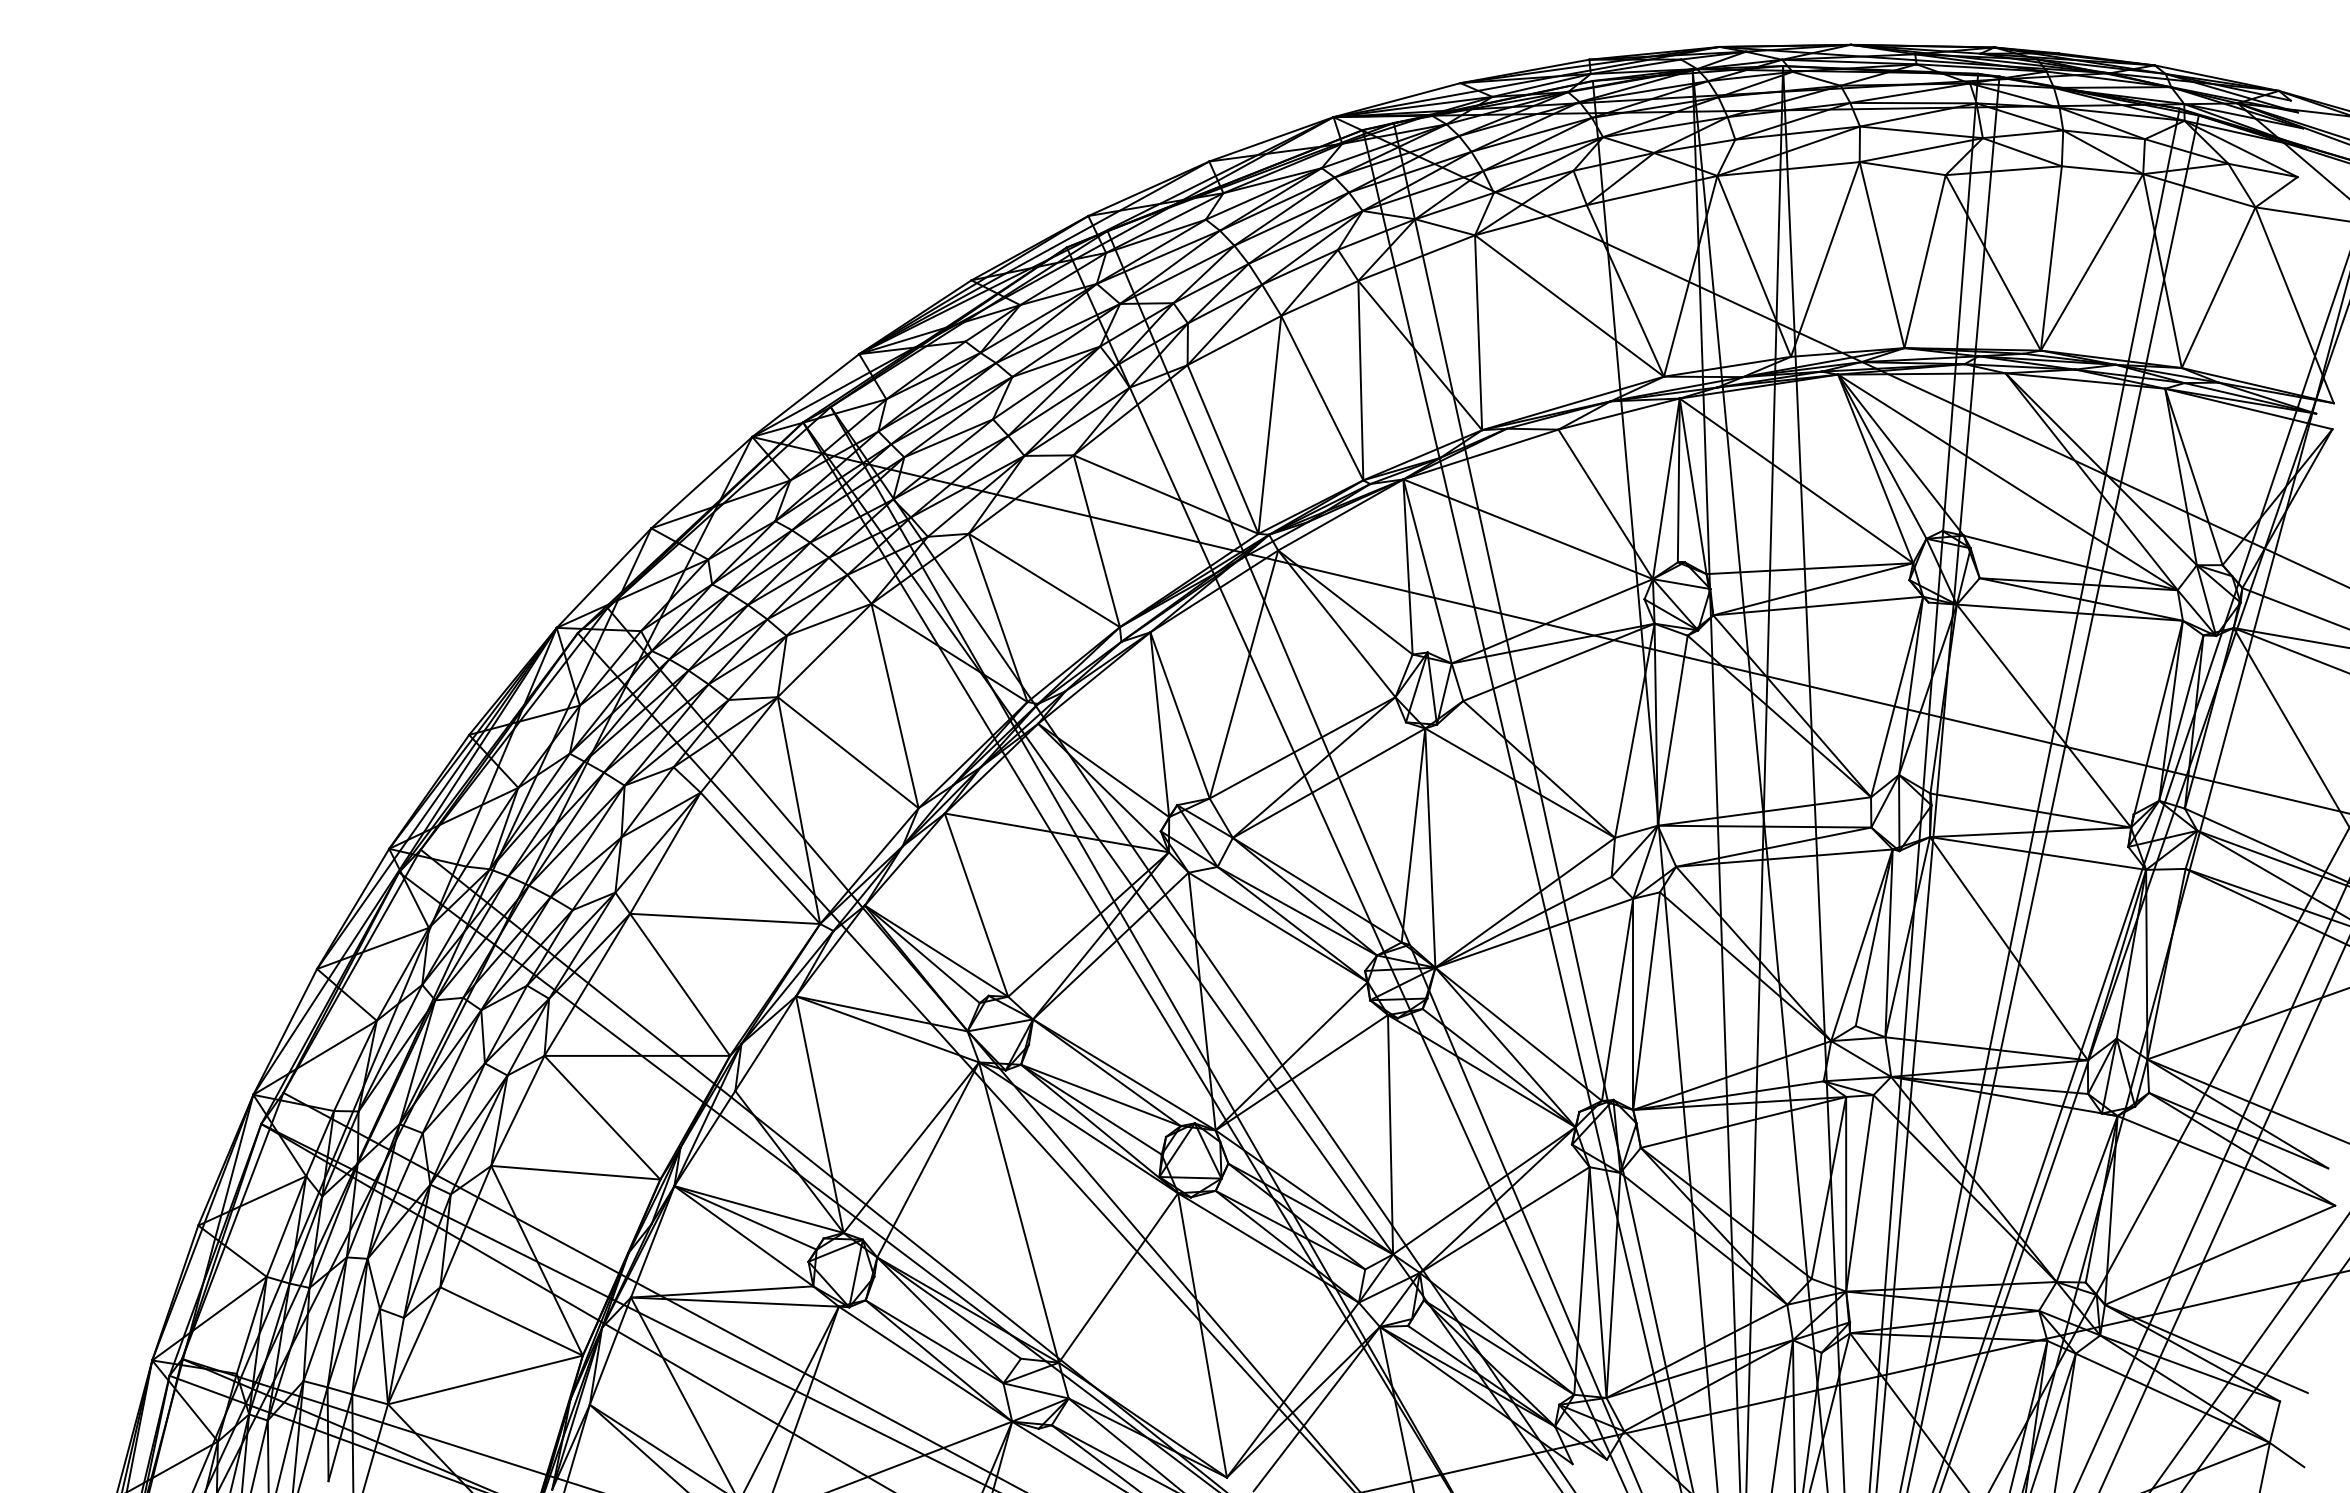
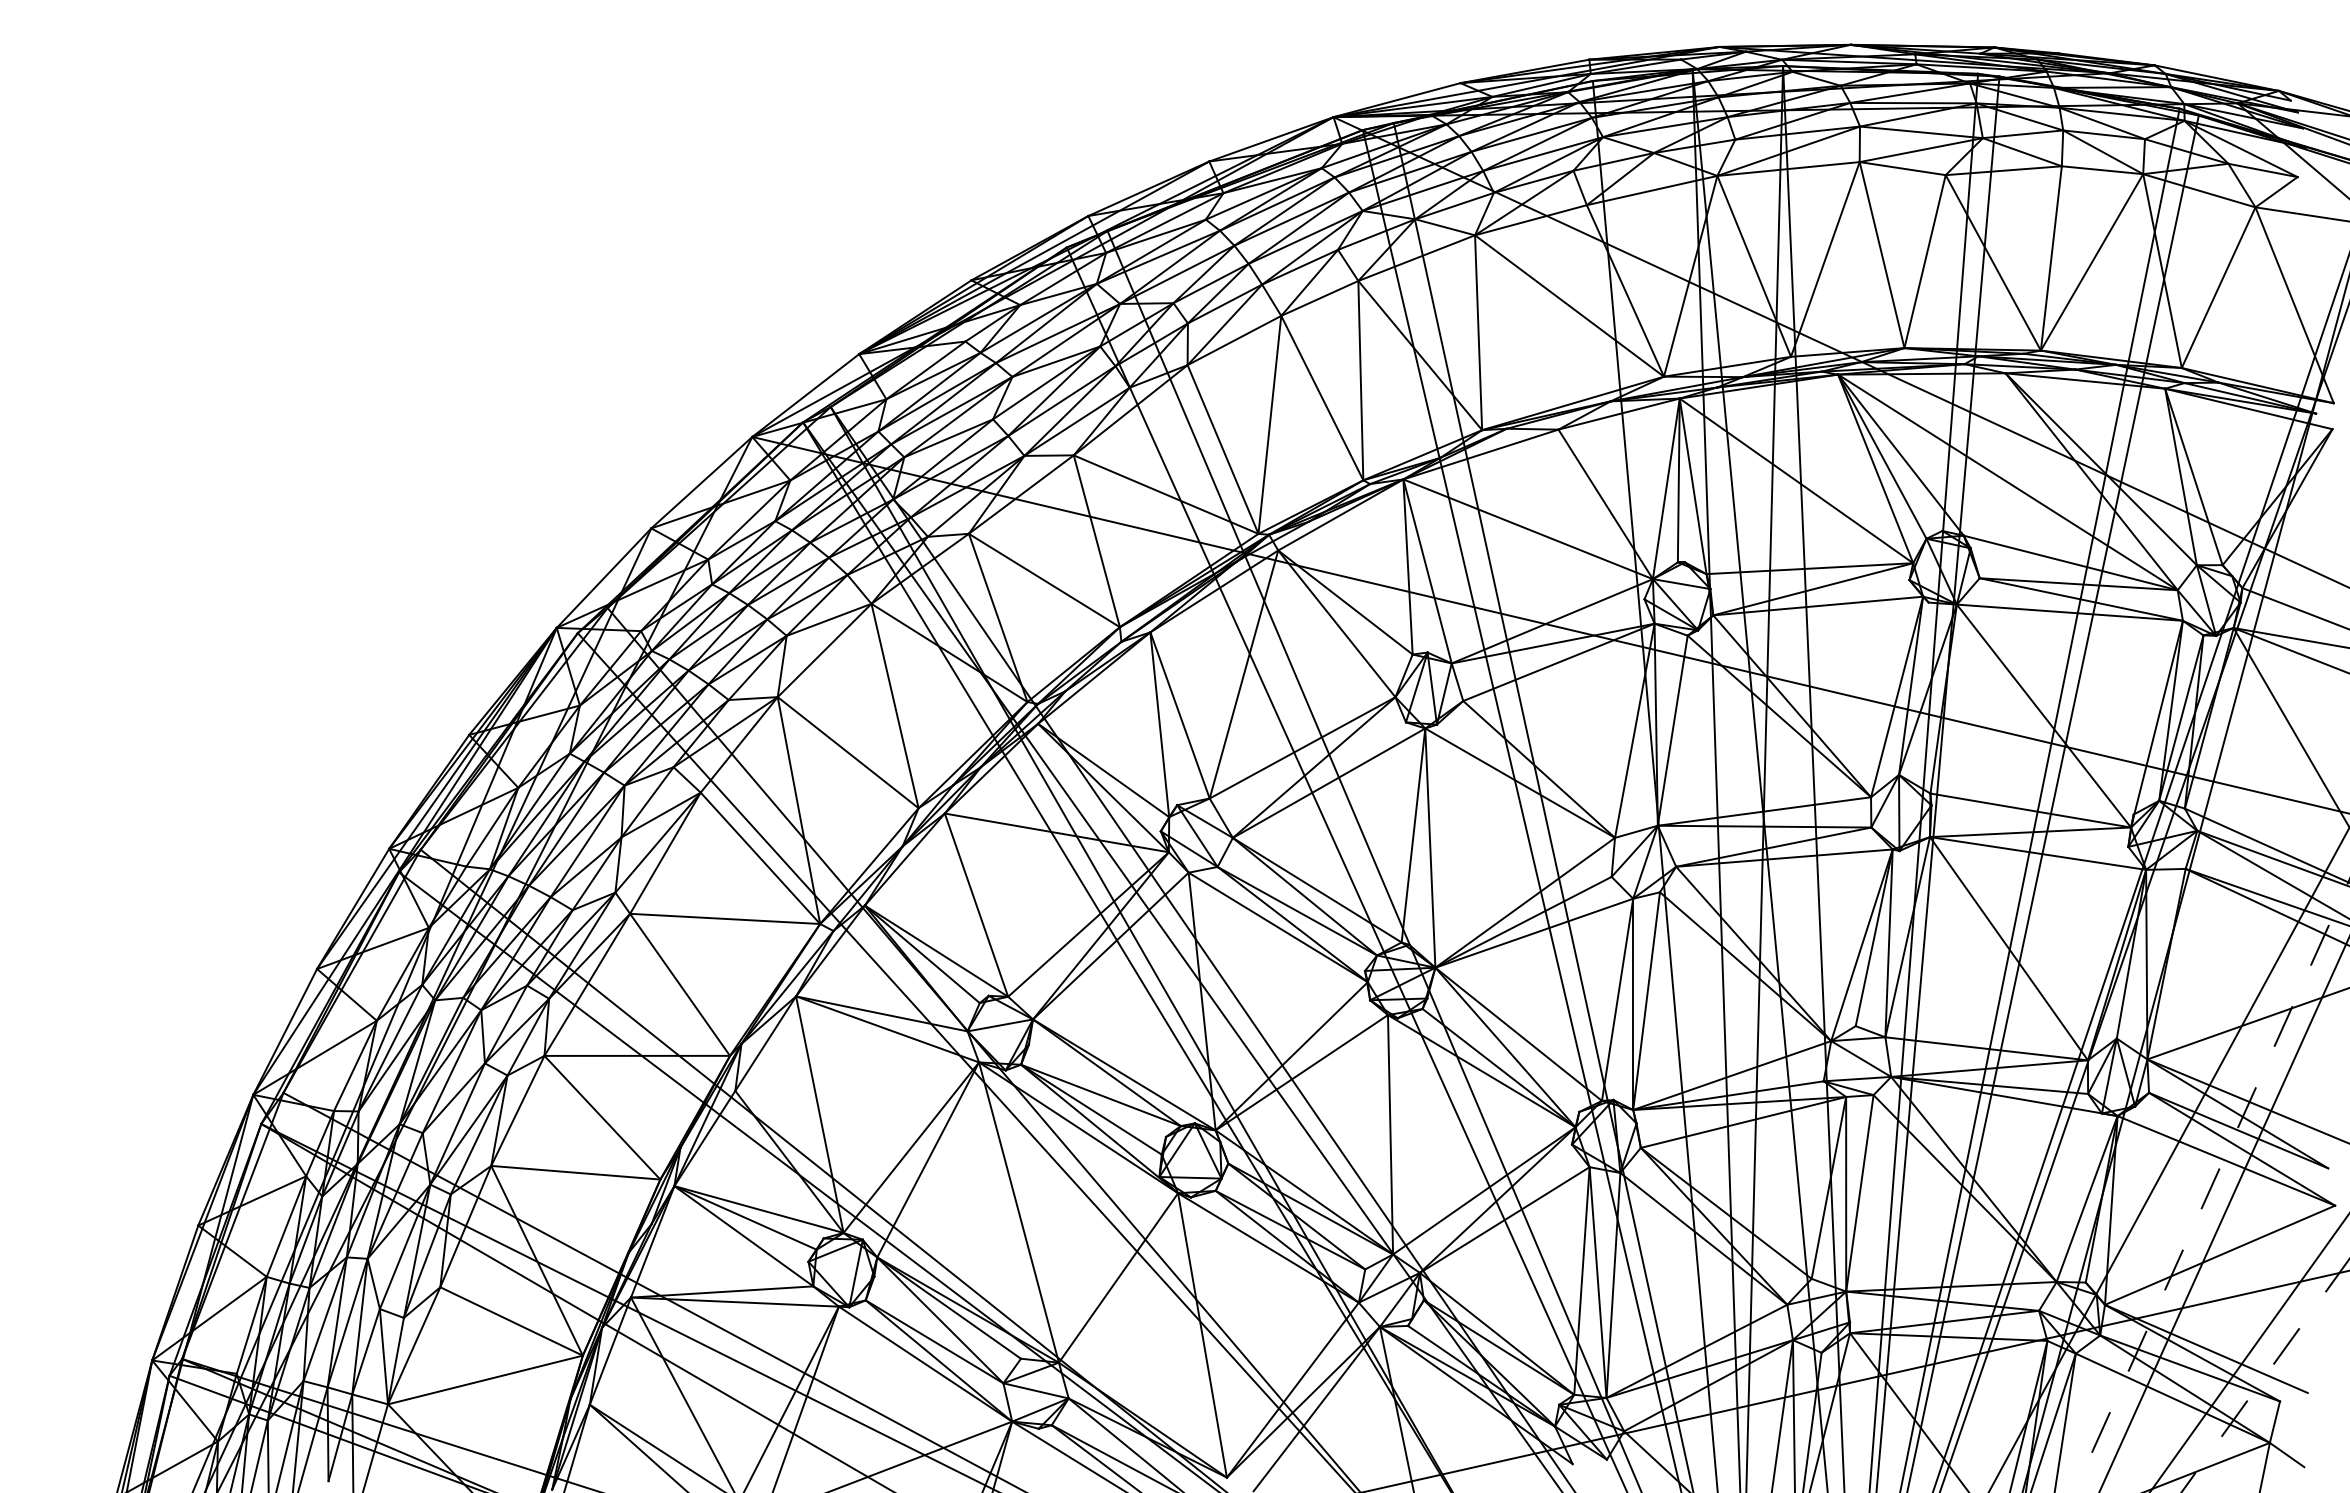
line at (2212, 1184): solid -> dashed
line at (2265, 1375): solid -> dashed
